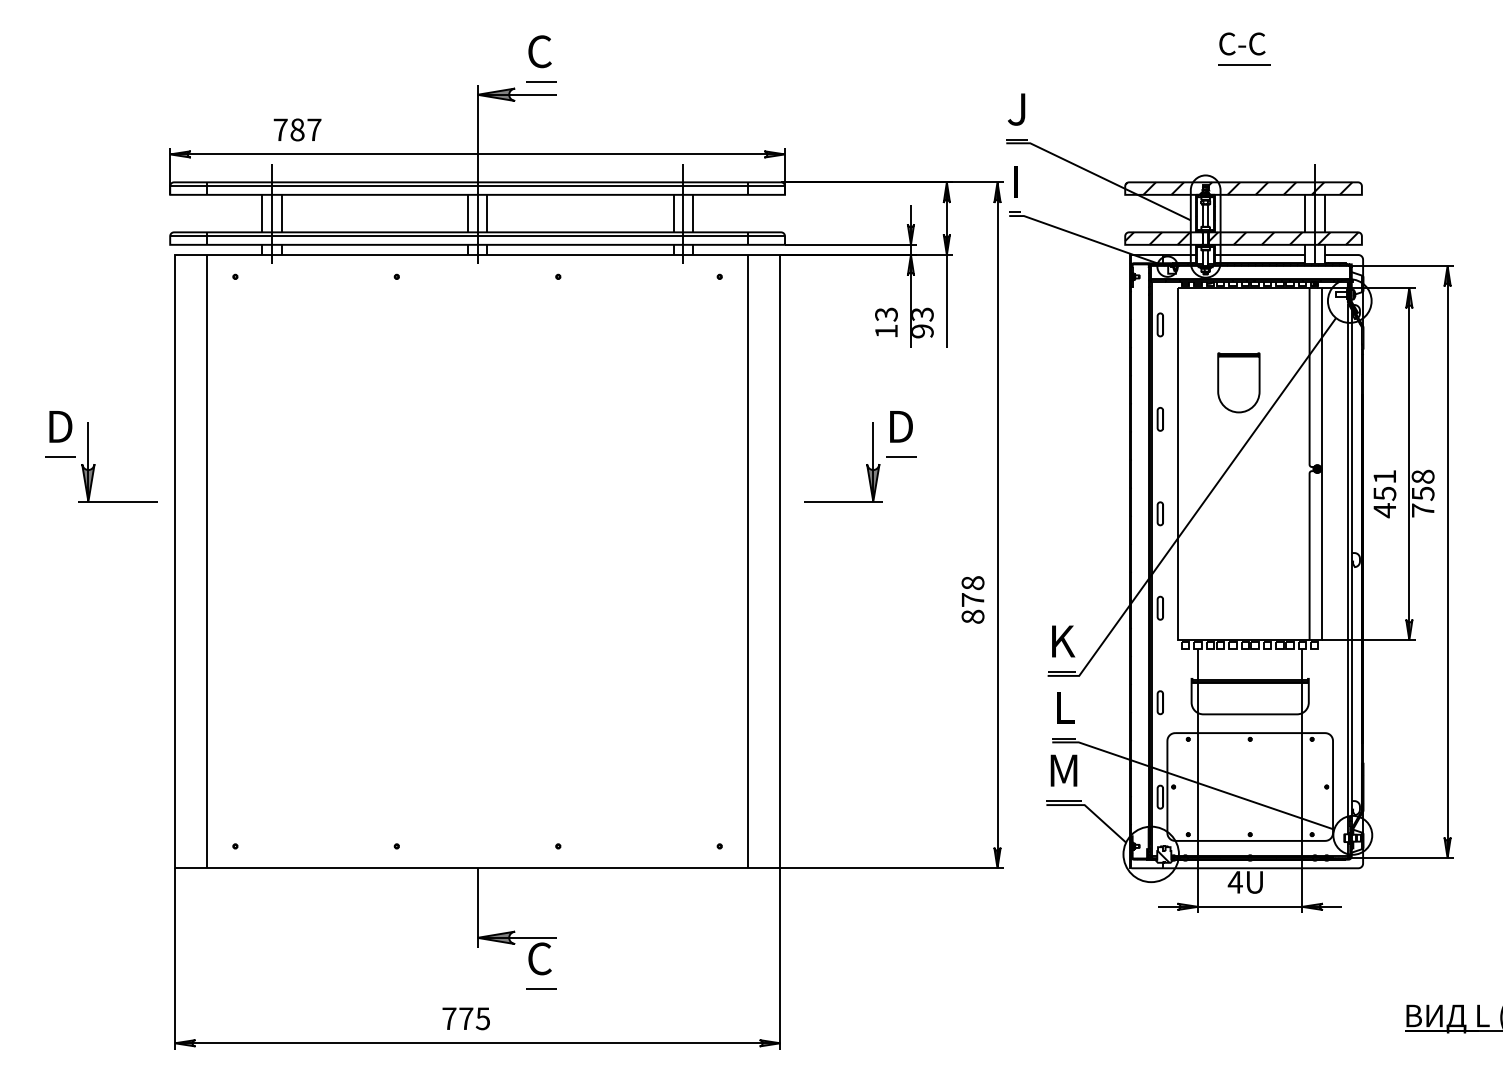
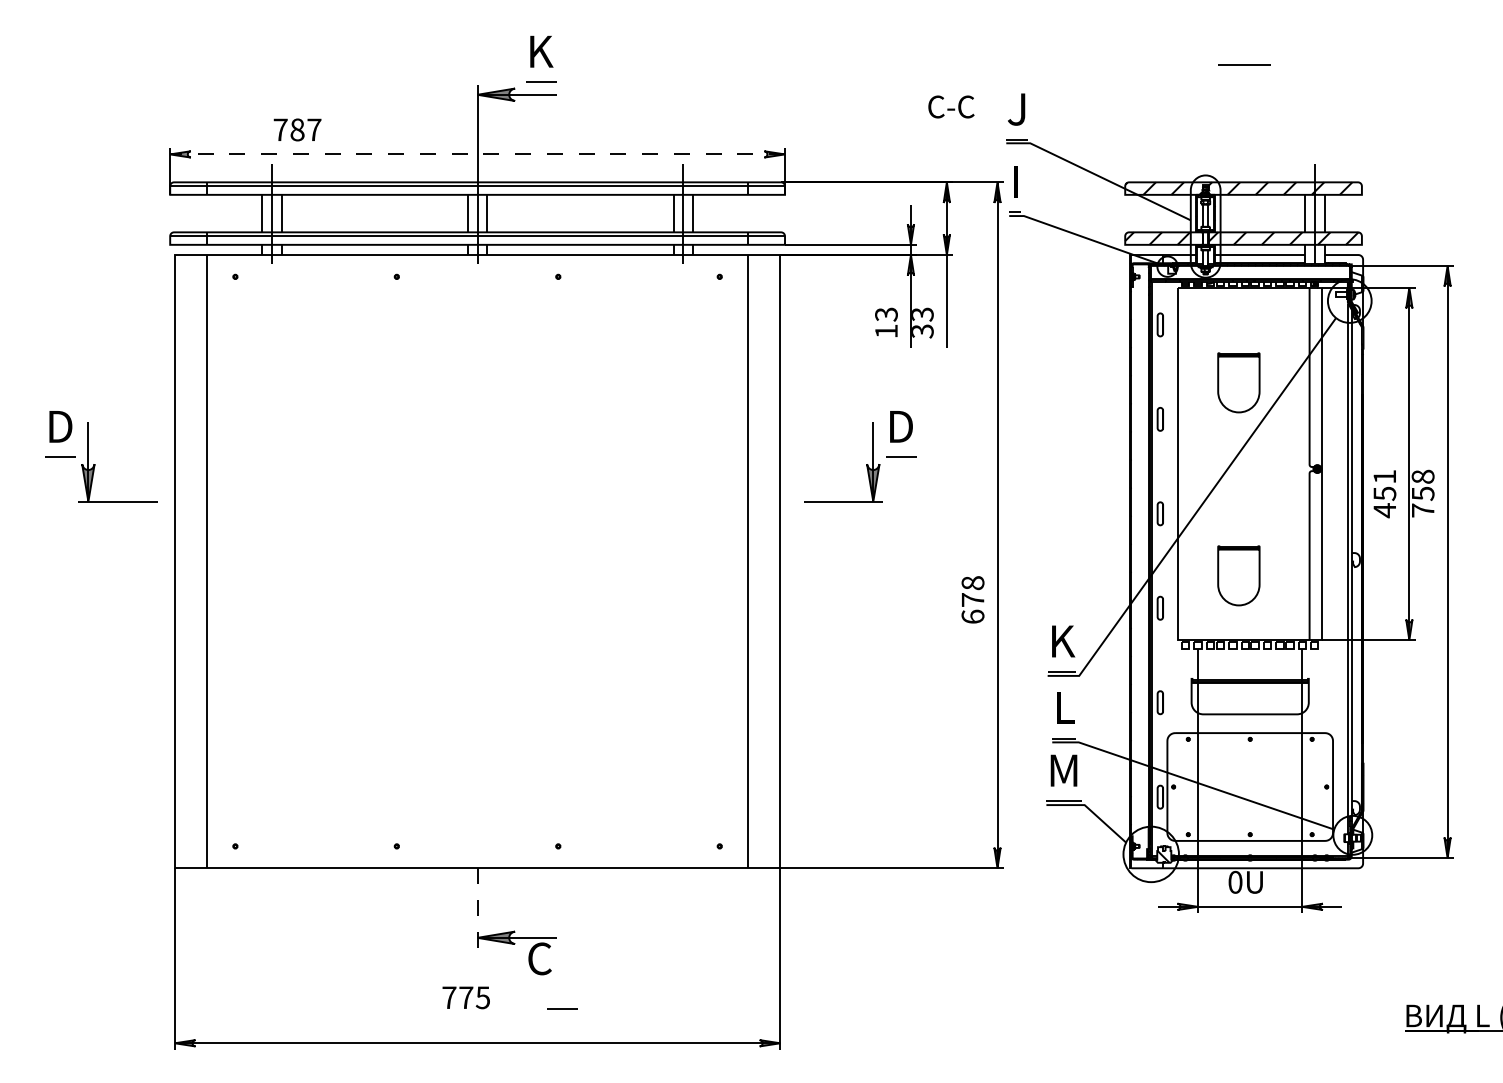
text at (1242, 43) position: (1242, 43) -> (951, 106)
text at (540, 51): C -> K
line at (477, 154): solid -> dashed
text at (922, 331): 93 -> 33
part at (1238, 575): none -> present
text at (972, 616): 878 -> 678
text at (1234, 881): 4U -> 0U
line at (477, 908): solid -> dashed
line at (541, 988) position: (541, 988) -> (562, 1008)
text at (465, 1018) position: (465, 1018) -> (465, 997)
